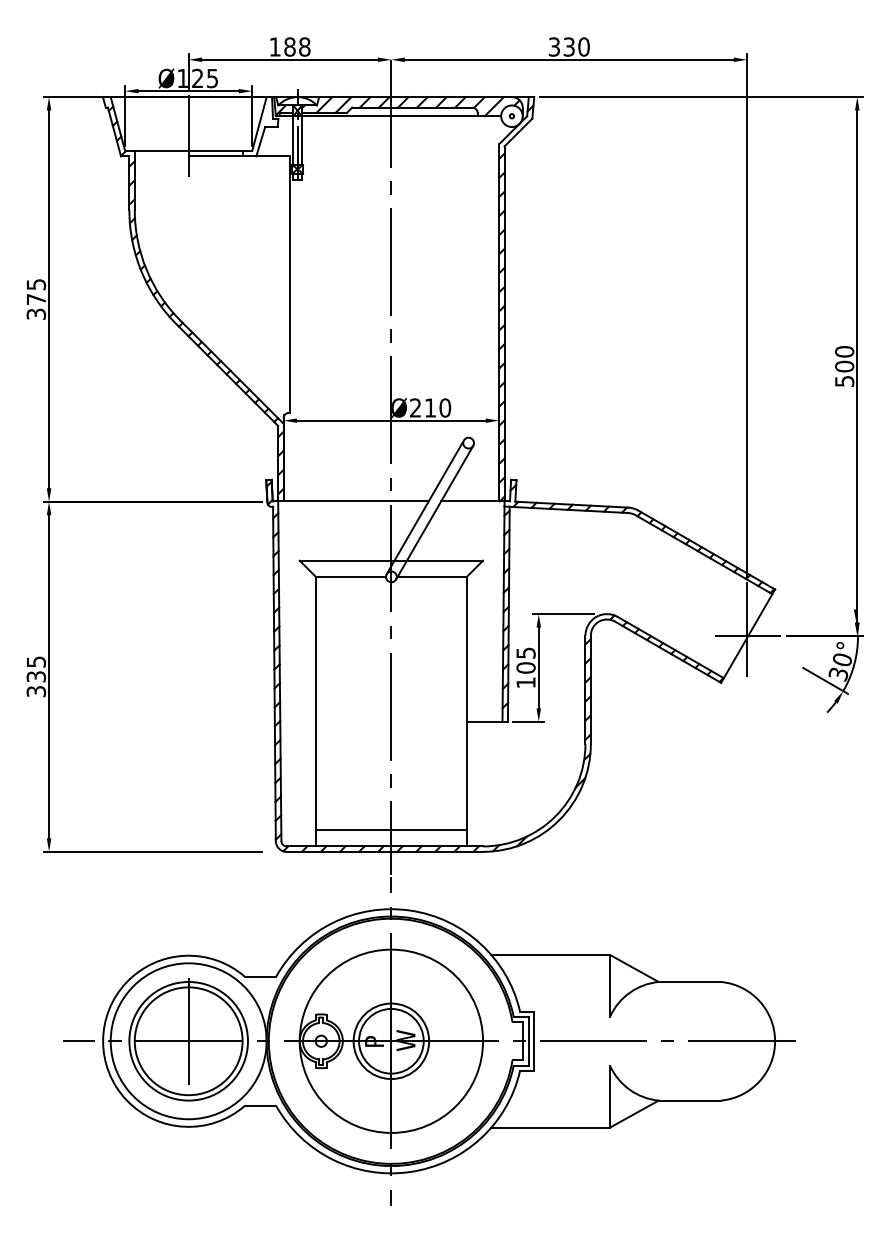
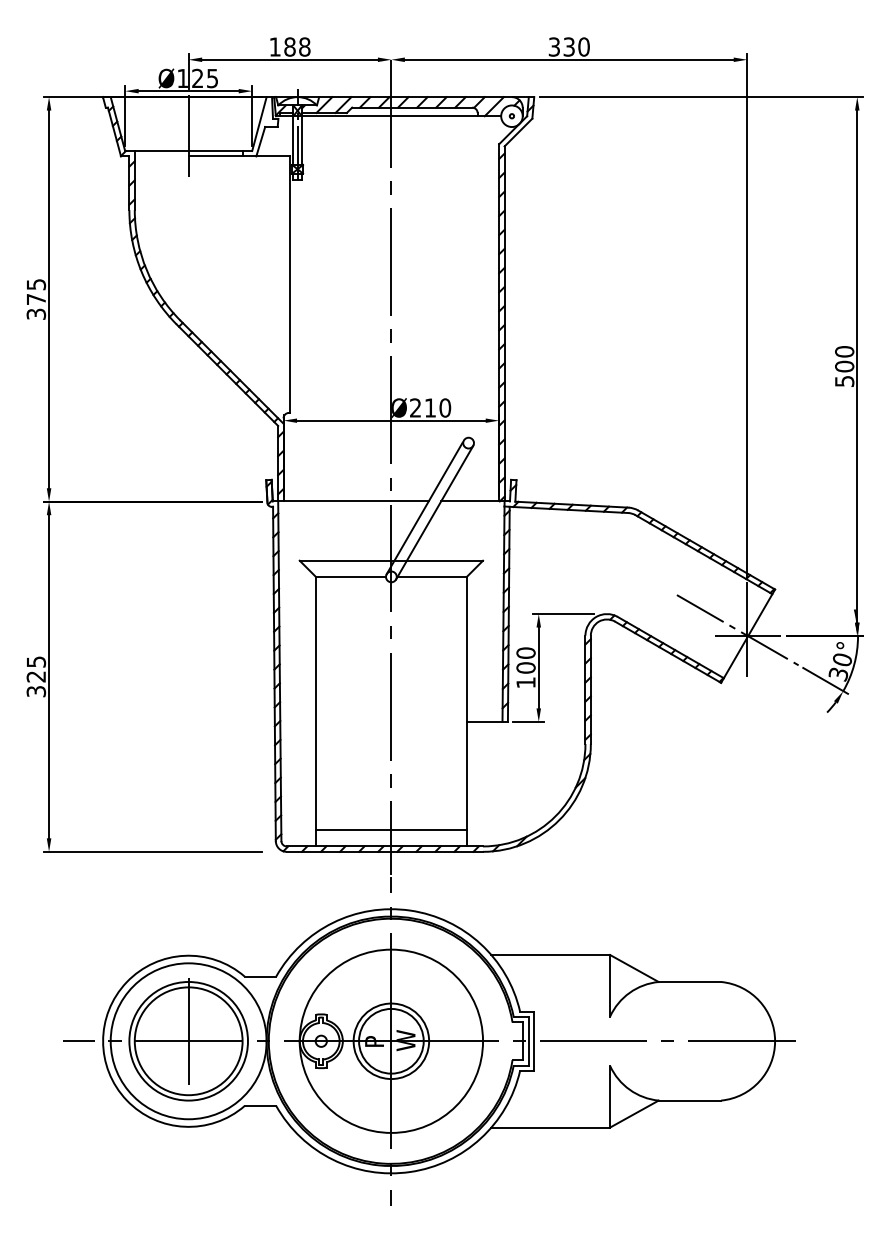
line at (737, 630): none -> present
text at (525, 652): 105 -> 100
text at (36, 676): 335 -> 325
